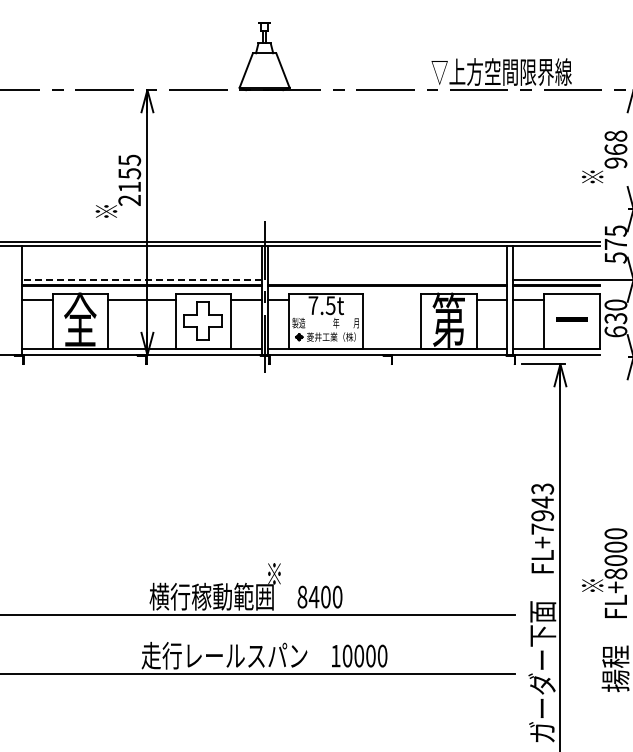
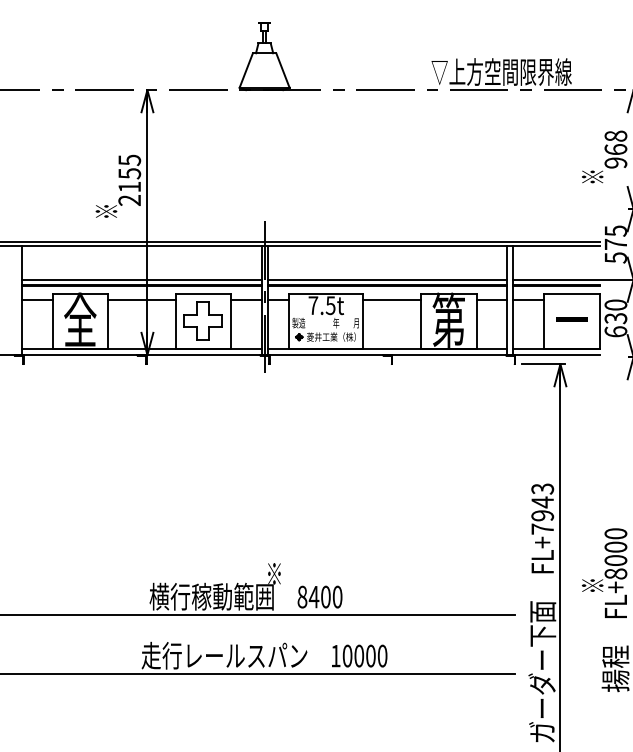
line at (141, 279): dashed -> solid
line at (387, 279): none -> present
line at (391, 299): none -> present
